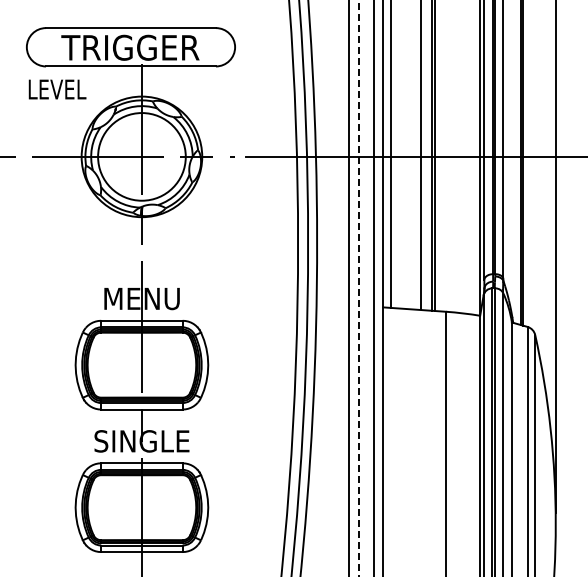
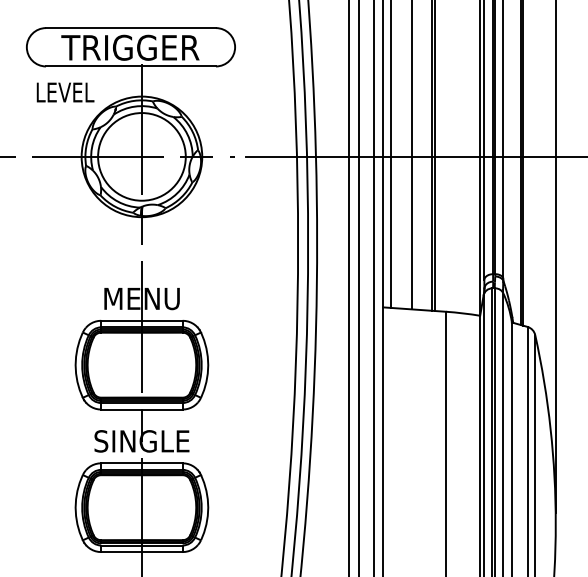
text at (57, 89) position: (57, 89) -> (65, 92)
line at (420, 155) position: (420, 155) -> (411, 155)
line at (359, 288): dashed -> solid
